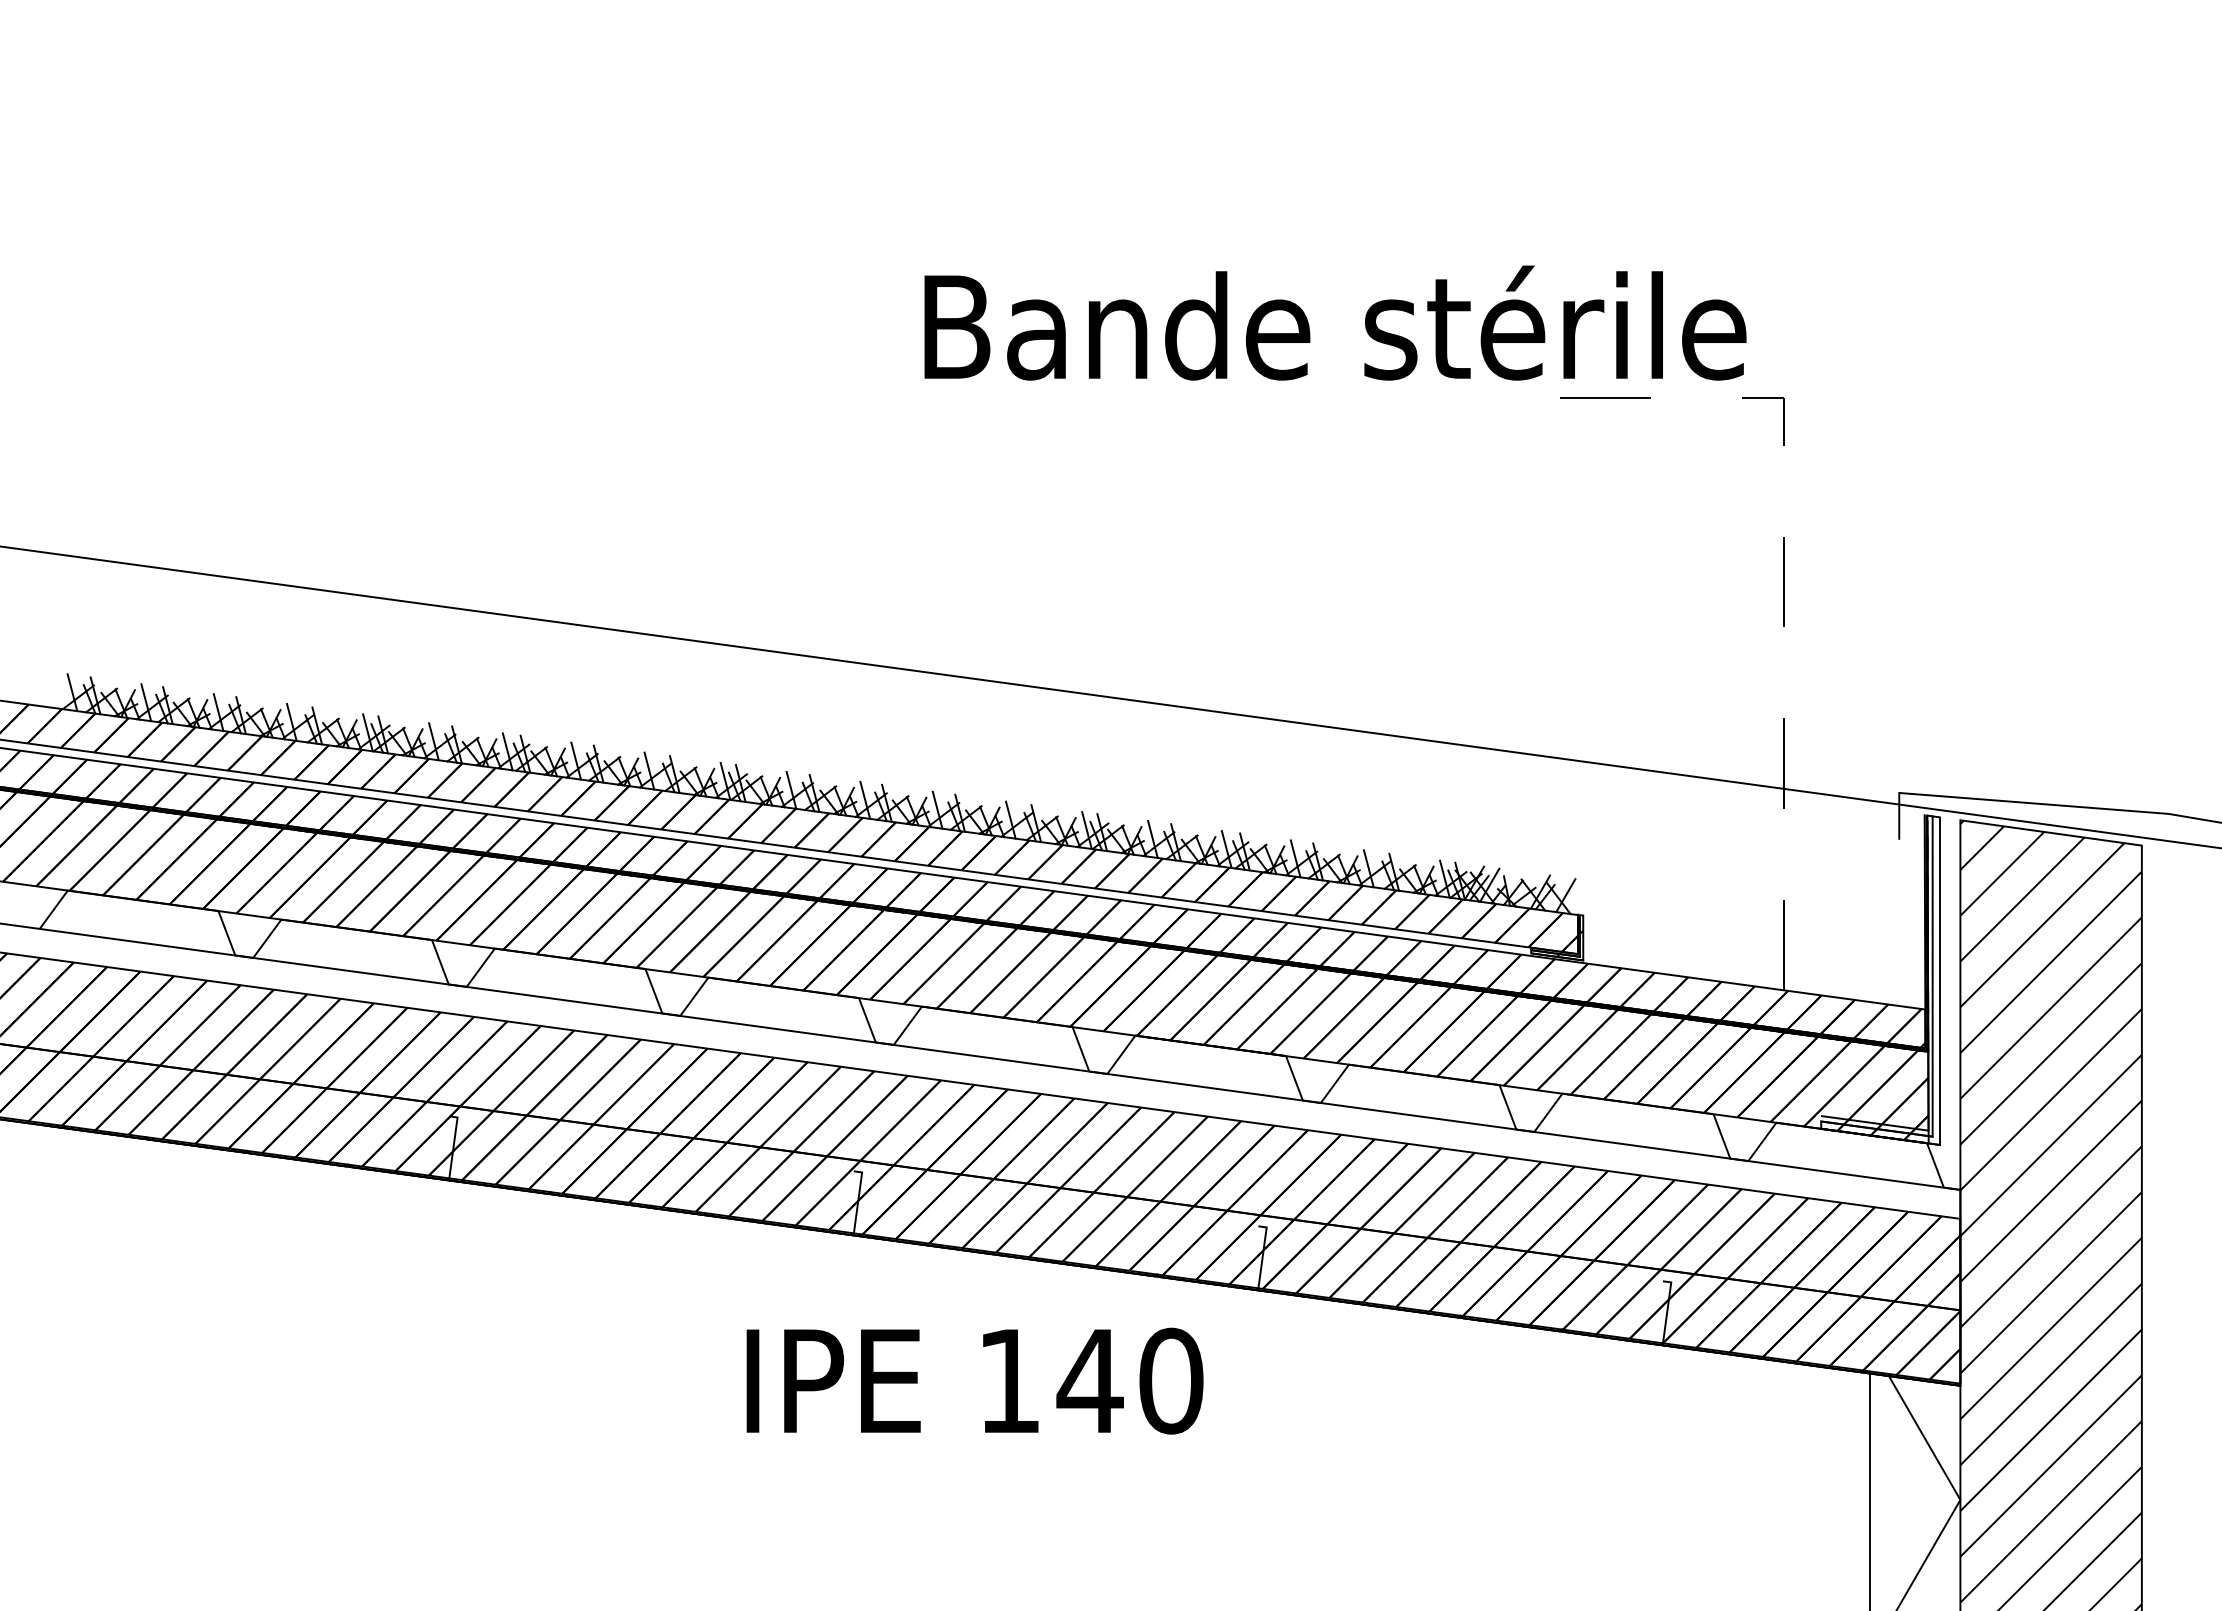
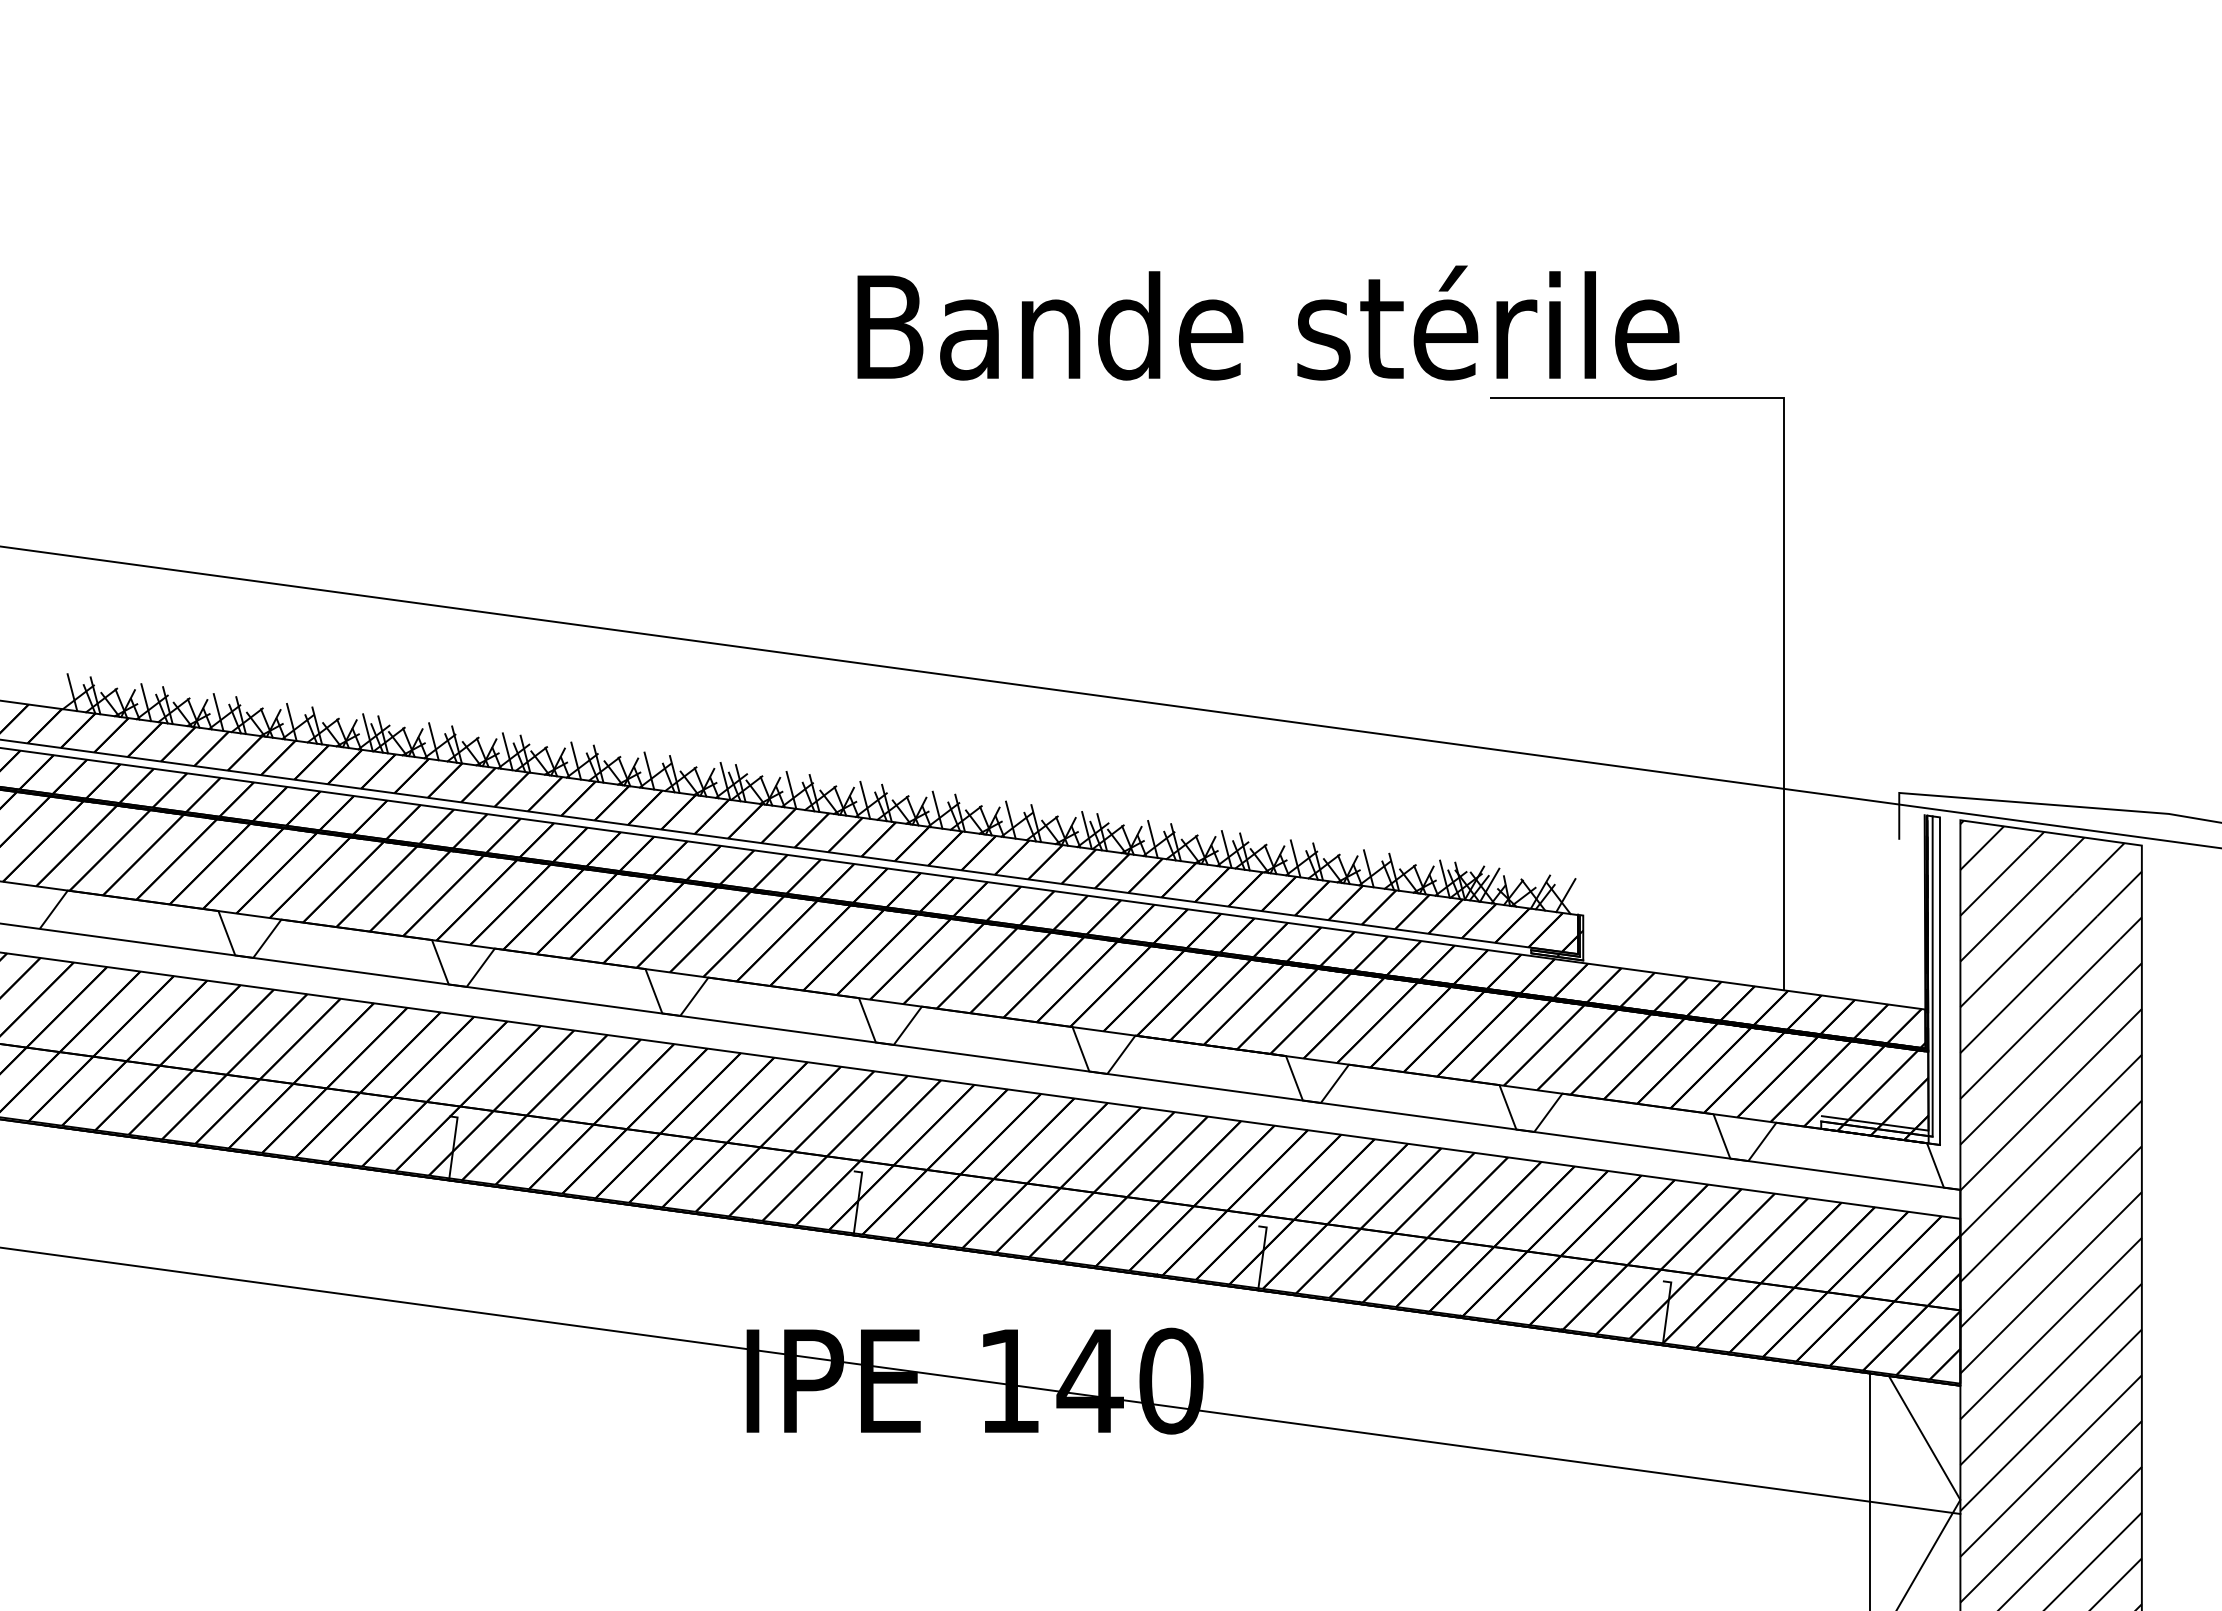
text at (1335, 322) position: (1335, 322) -> (1268, 322)
line at (1784, 545): dashed -> solid
line at (981, 1380): none -> present
